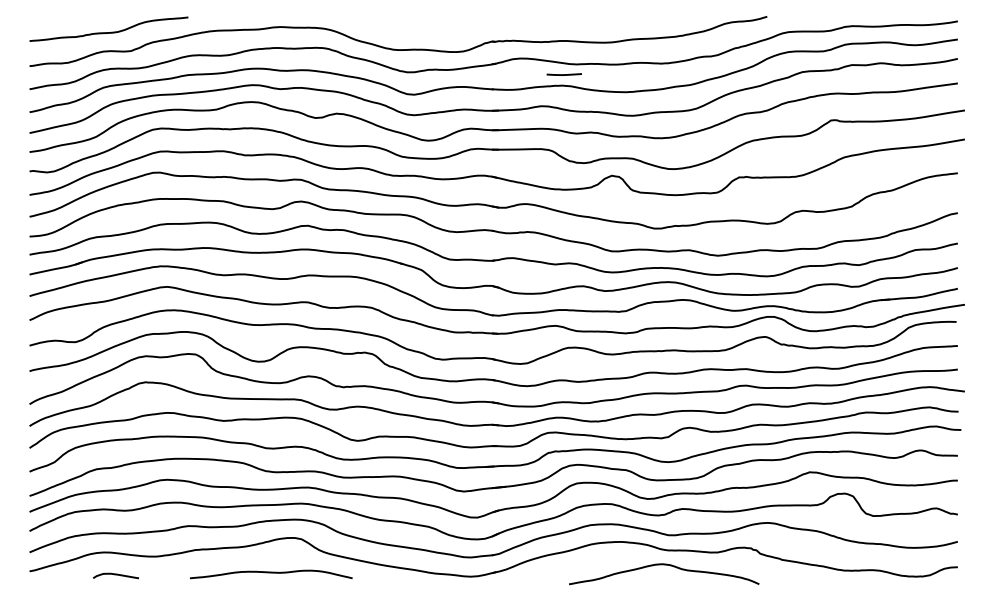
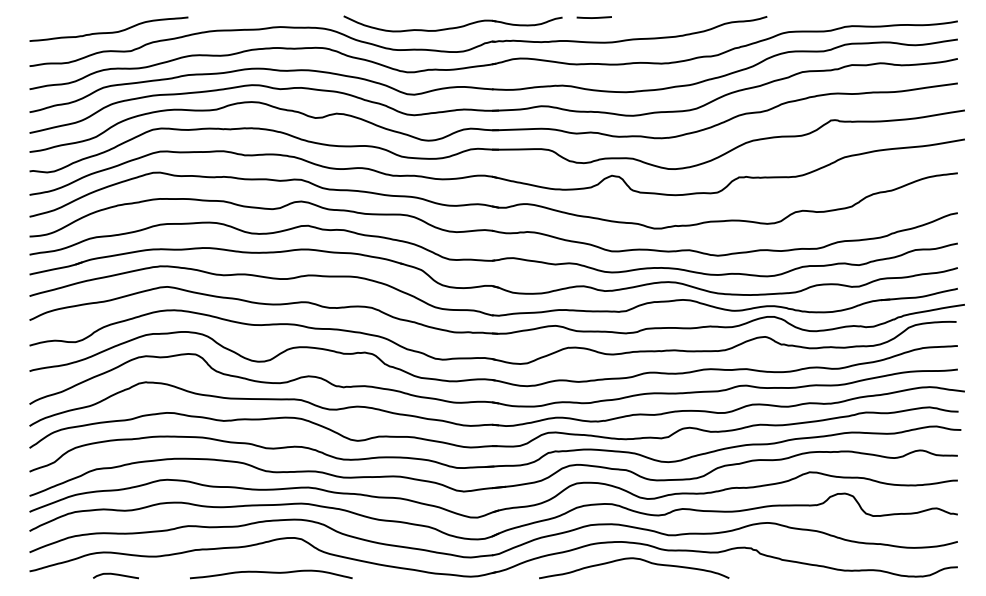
part at (452, 23): none -> present
line at (563, 74) position: (563, 74) -> (593, 17)
curve at (664, 565) position: (664, 565) -> (634, 559)
